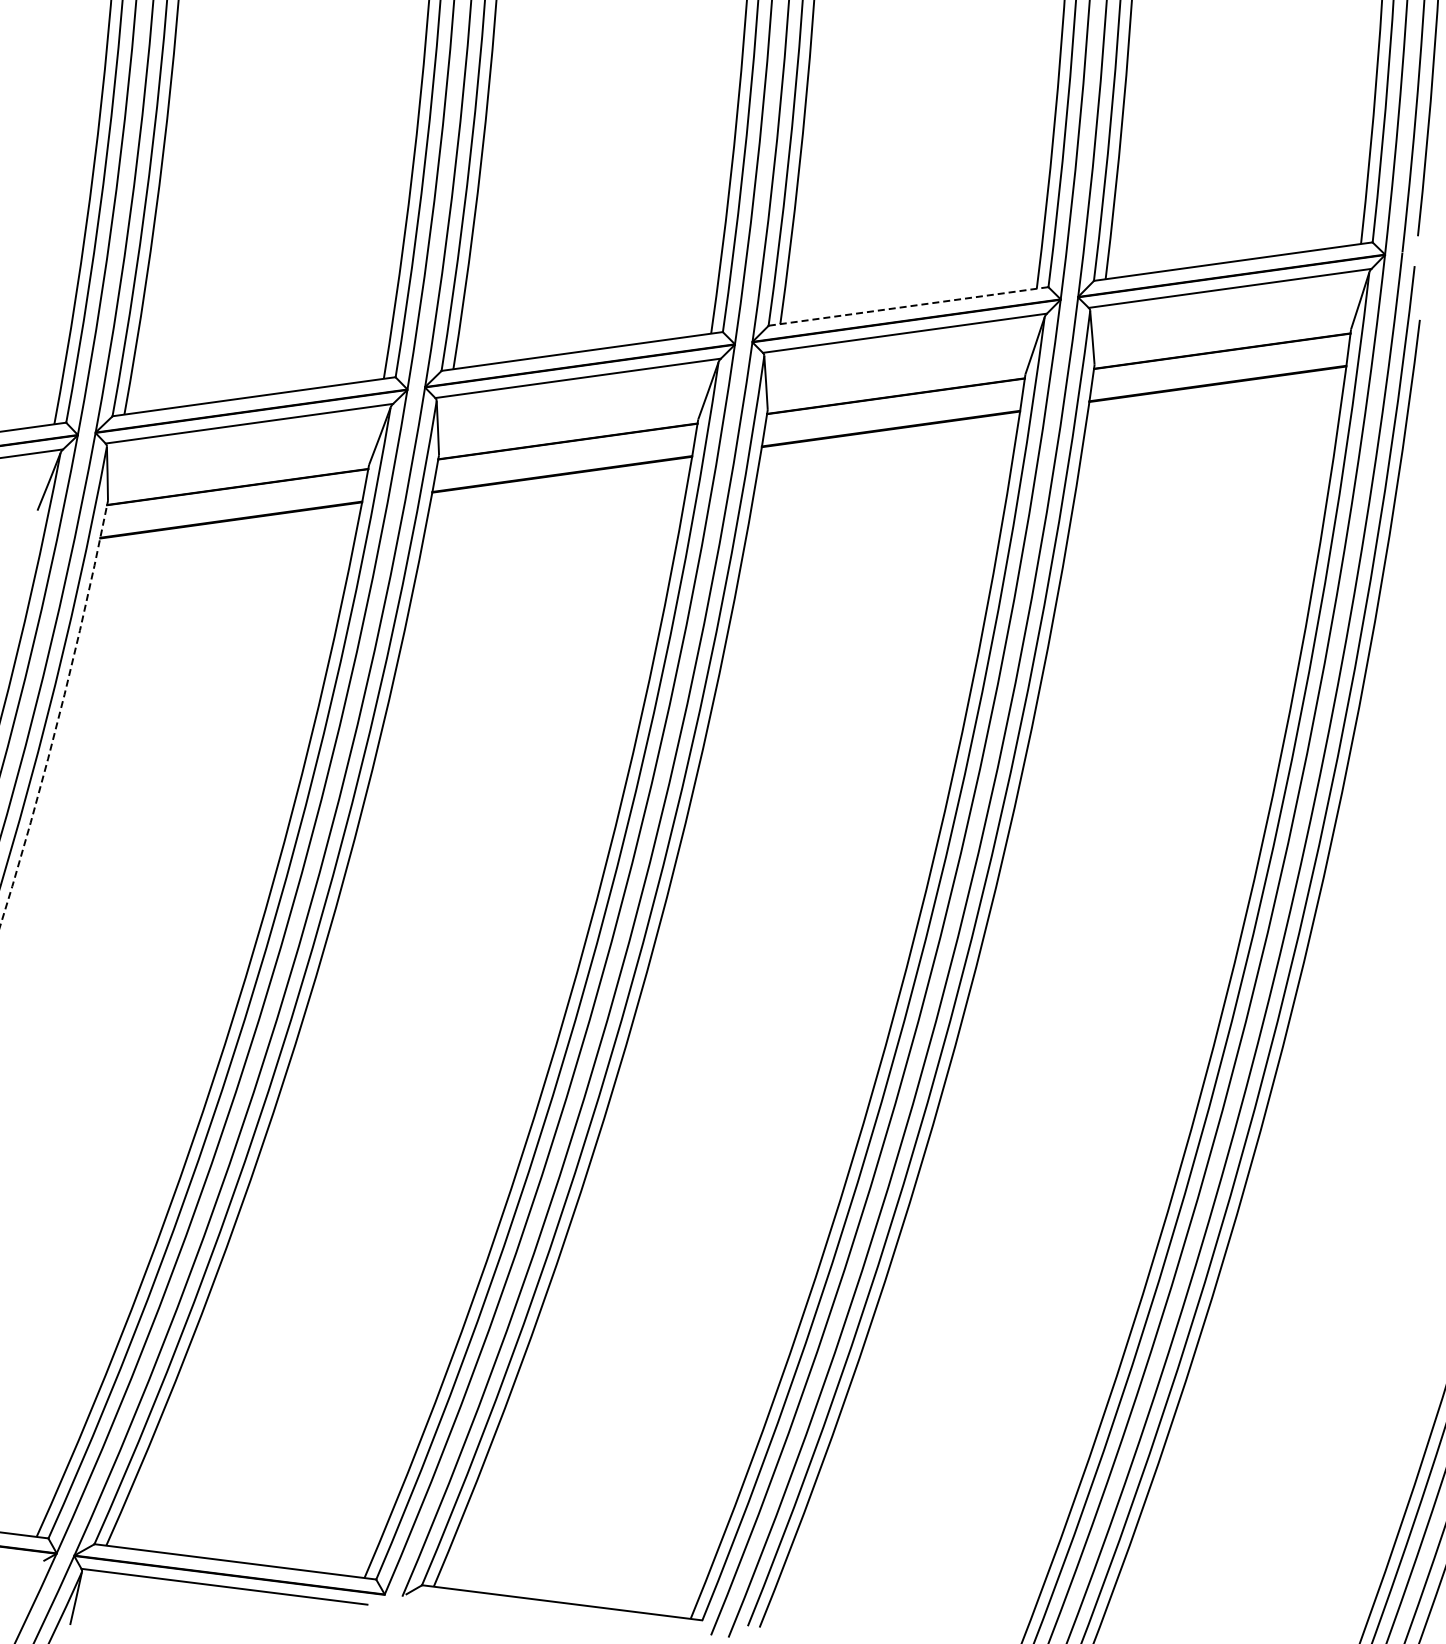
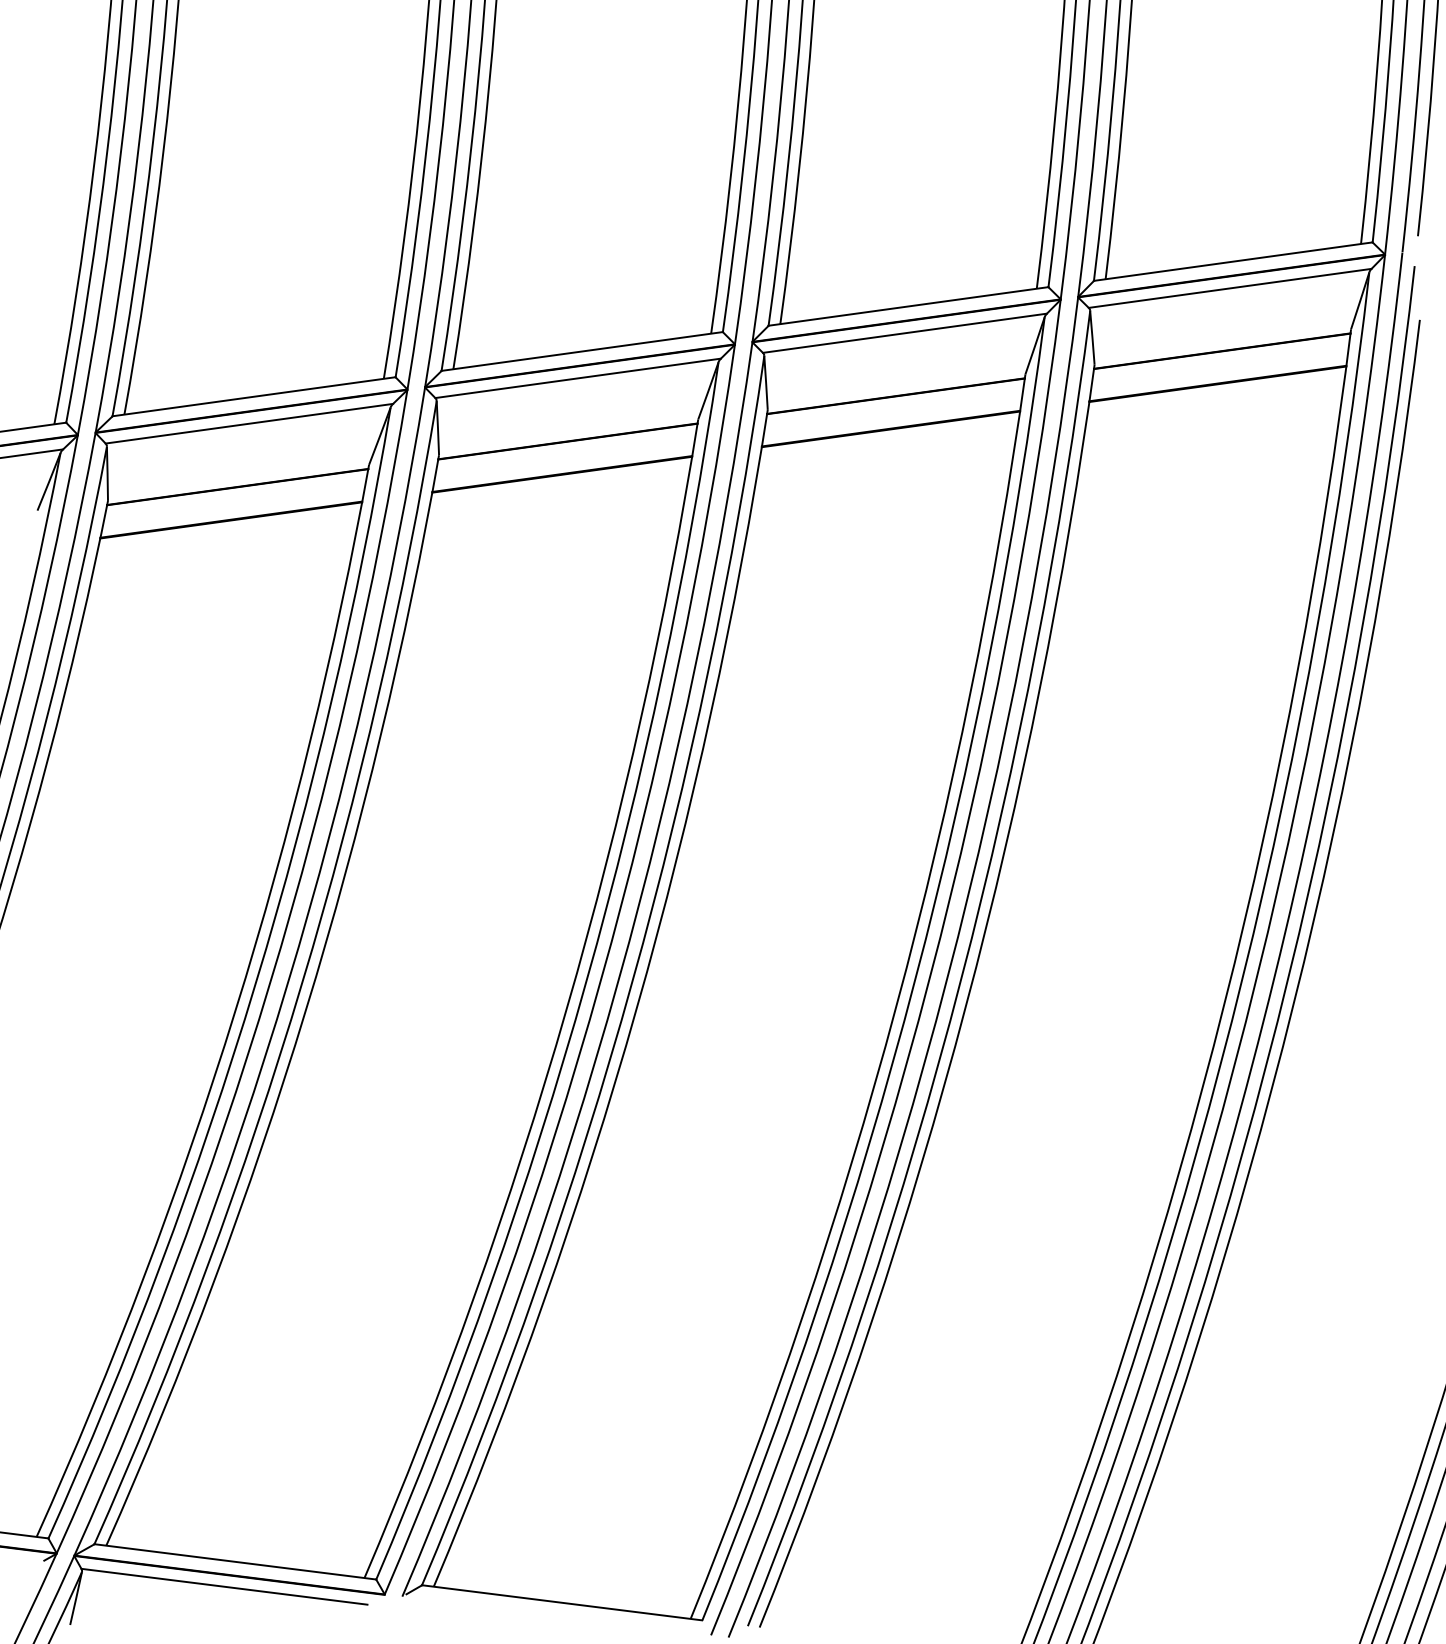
line at (908, 306): dashed -> solid
arc at (59, 714): dashed -> solid
